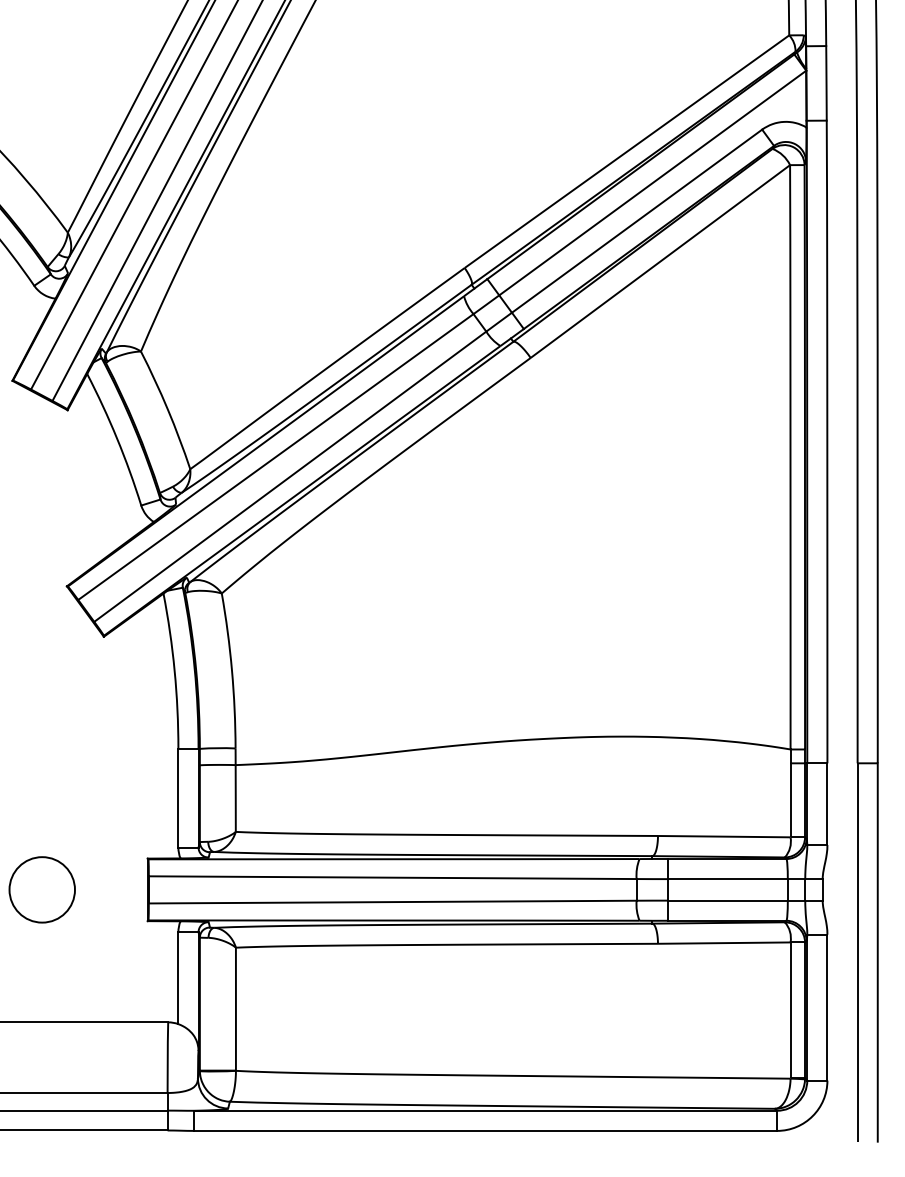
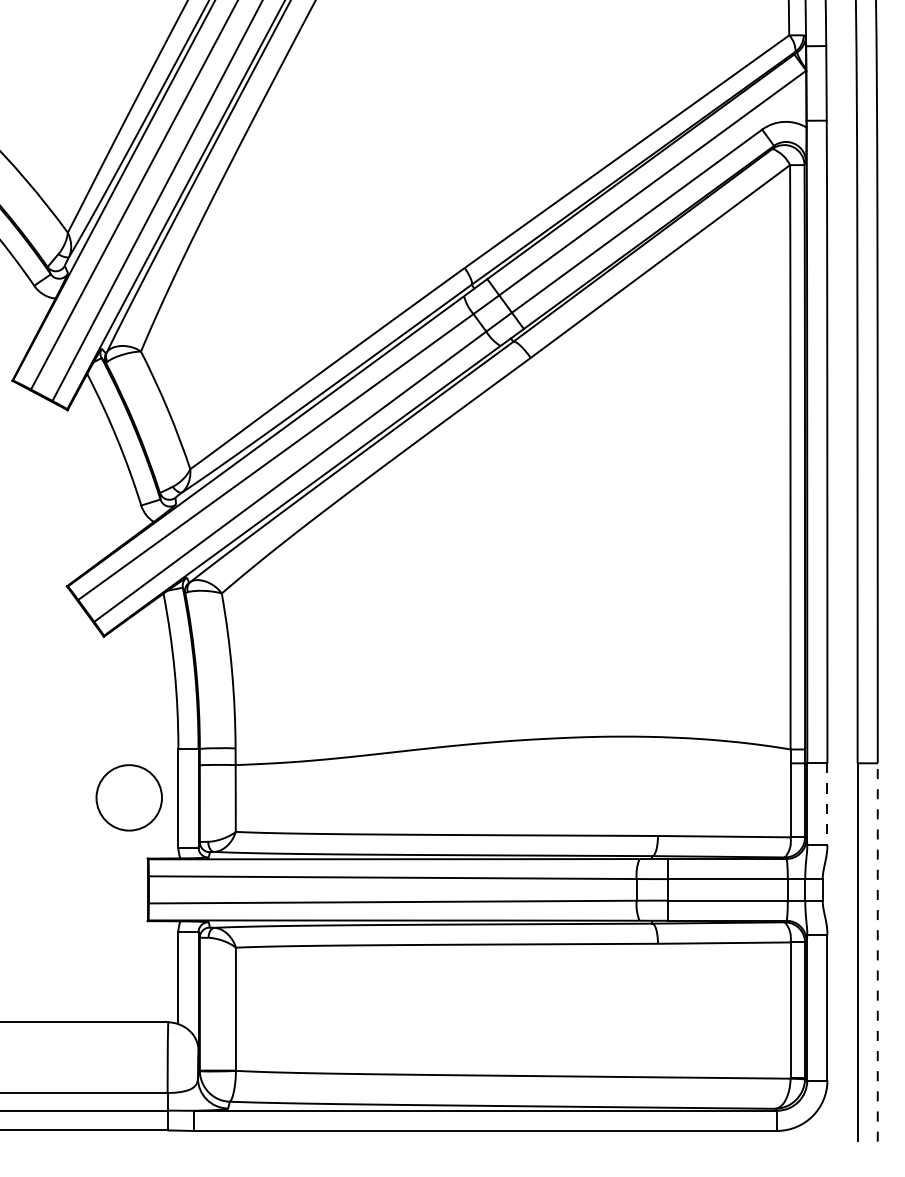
line at (827, 804): solid -> dashed
circle at (41, 889) position: (41, 889) -> (128, 797)
line at (877, 952): solid -> dashed
